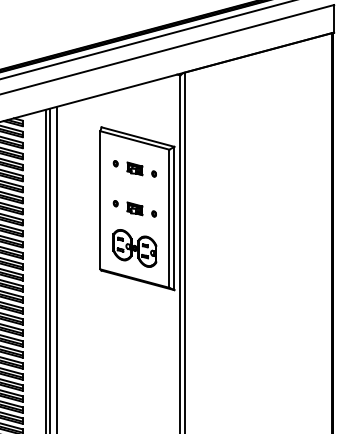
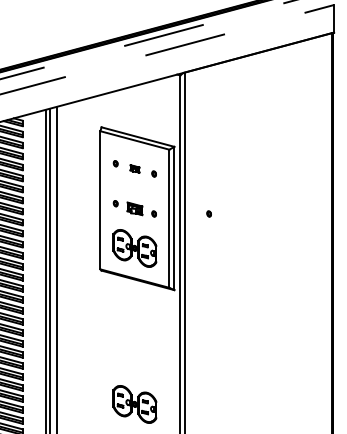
line at (148, 39): solid -> dashed
line at (167, 49): solid -> dashed
part at (134, 168) size: 18x16 px -> 12x10 px
part at (208, 213): none -> present
part at (134, 404): none -> present
